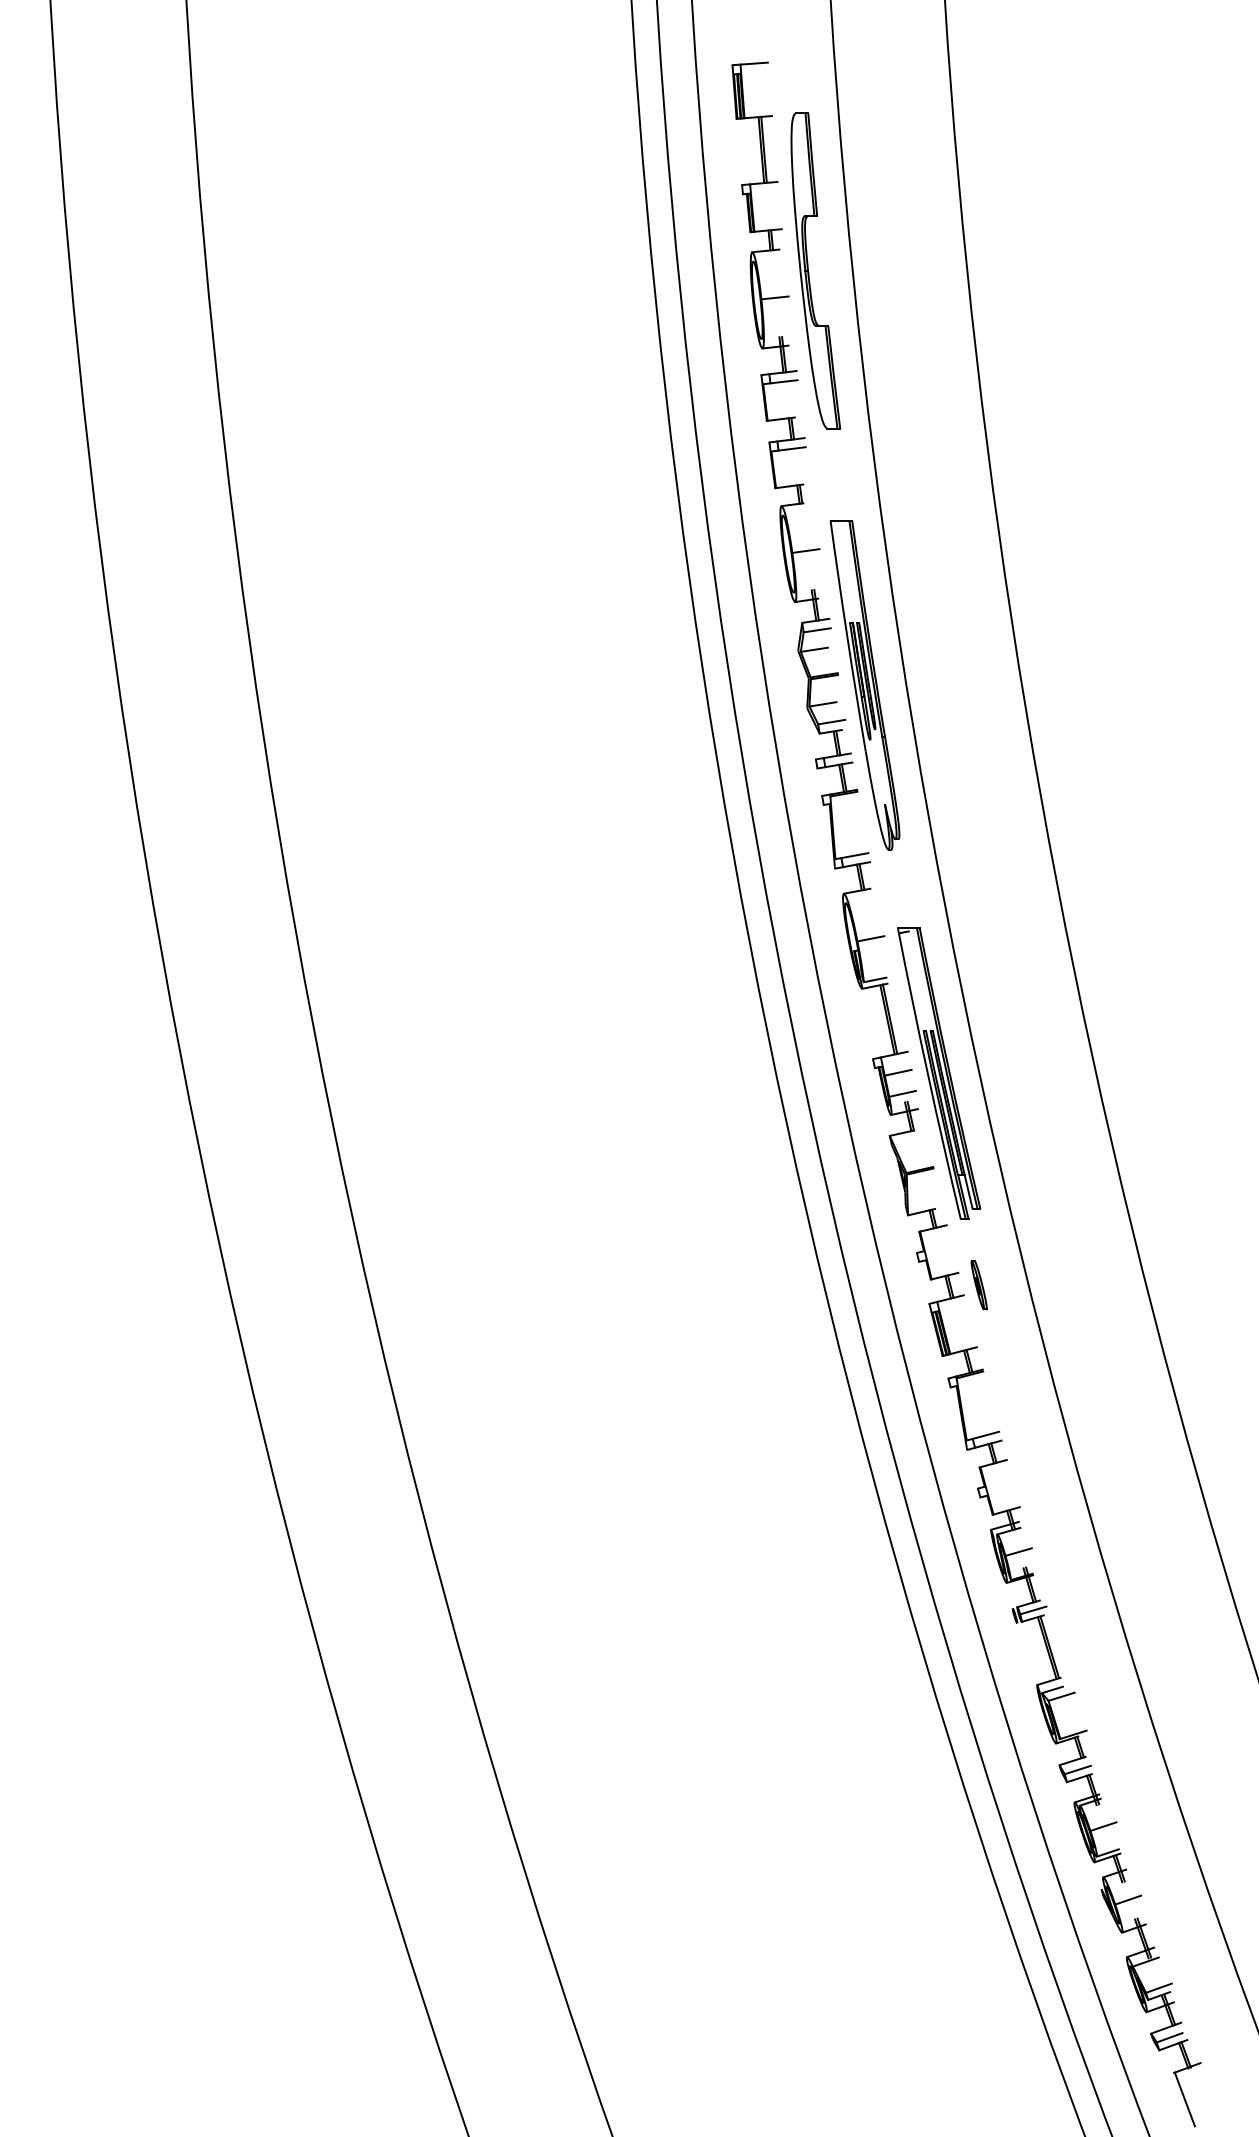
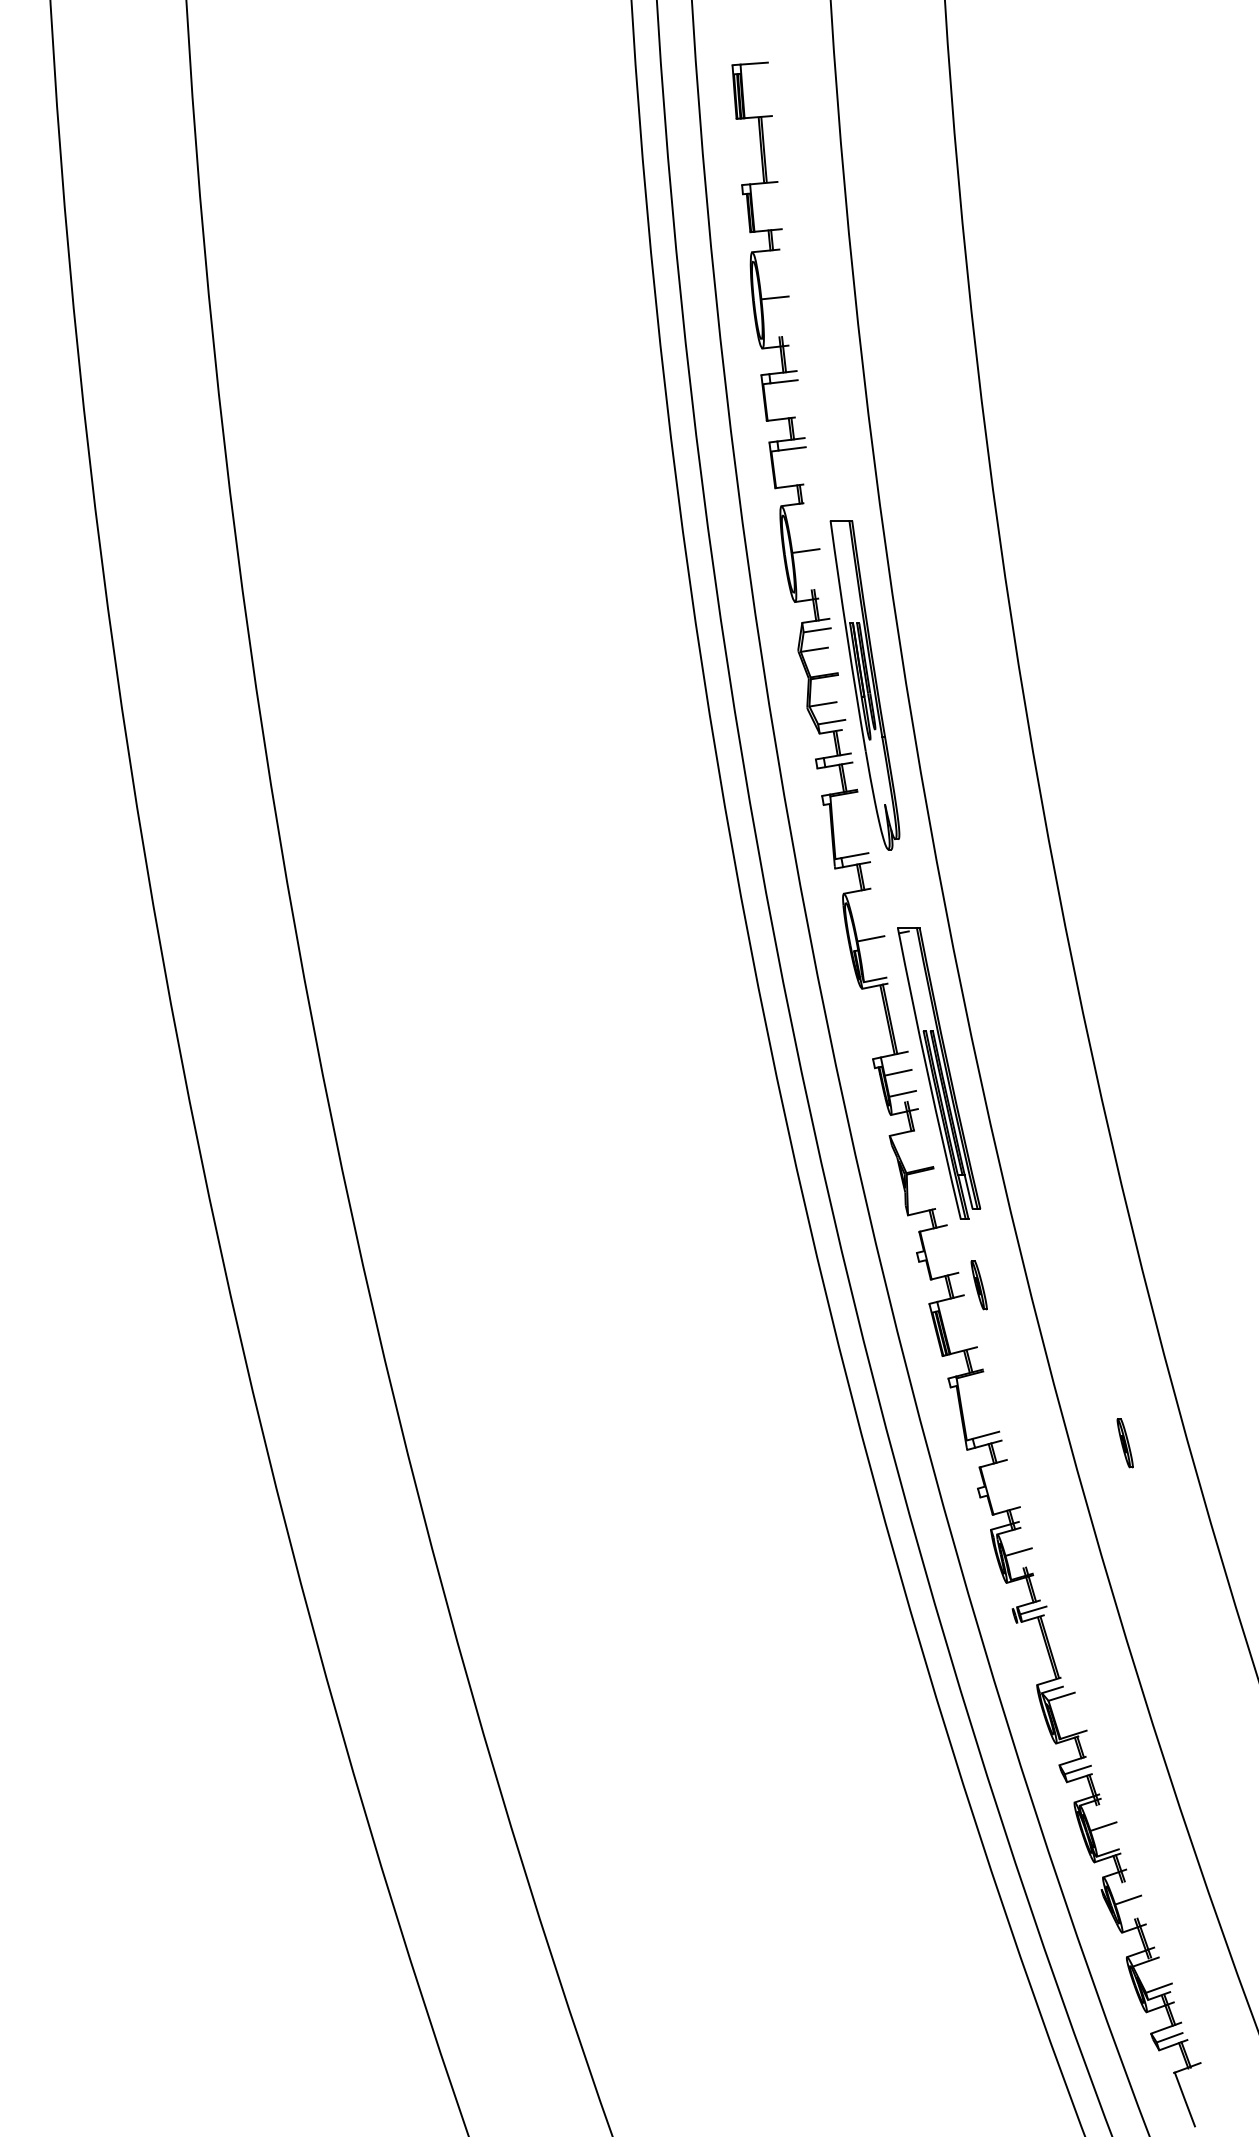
part at (809, 272): present -> none
part at (1124, 1443): none -> present
